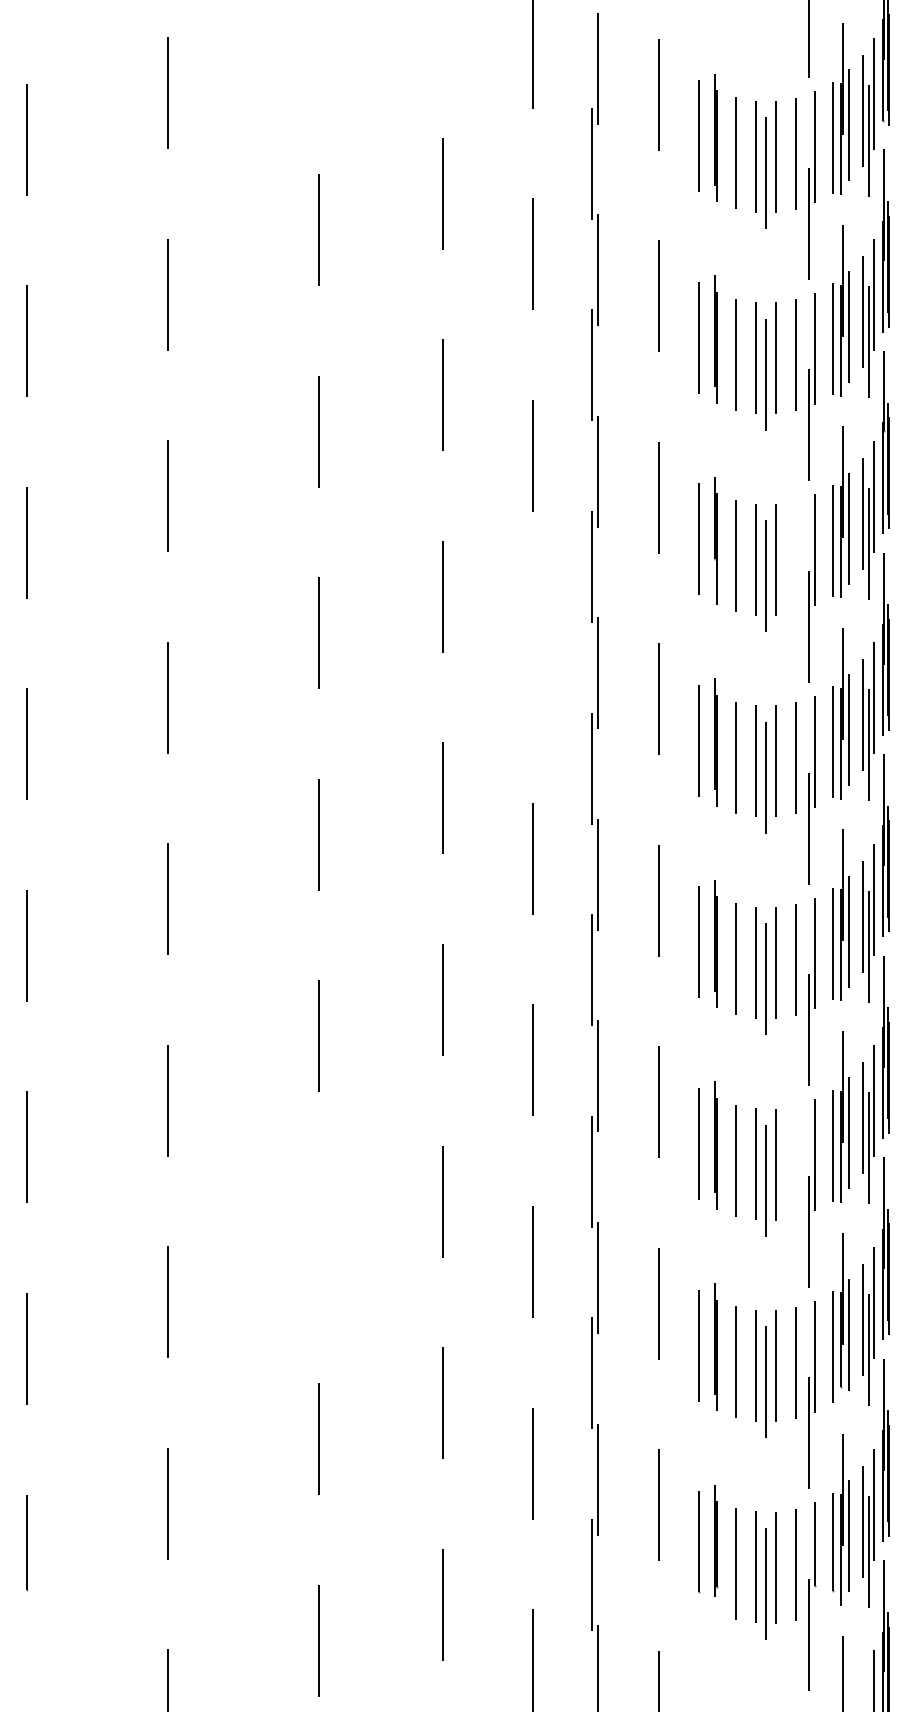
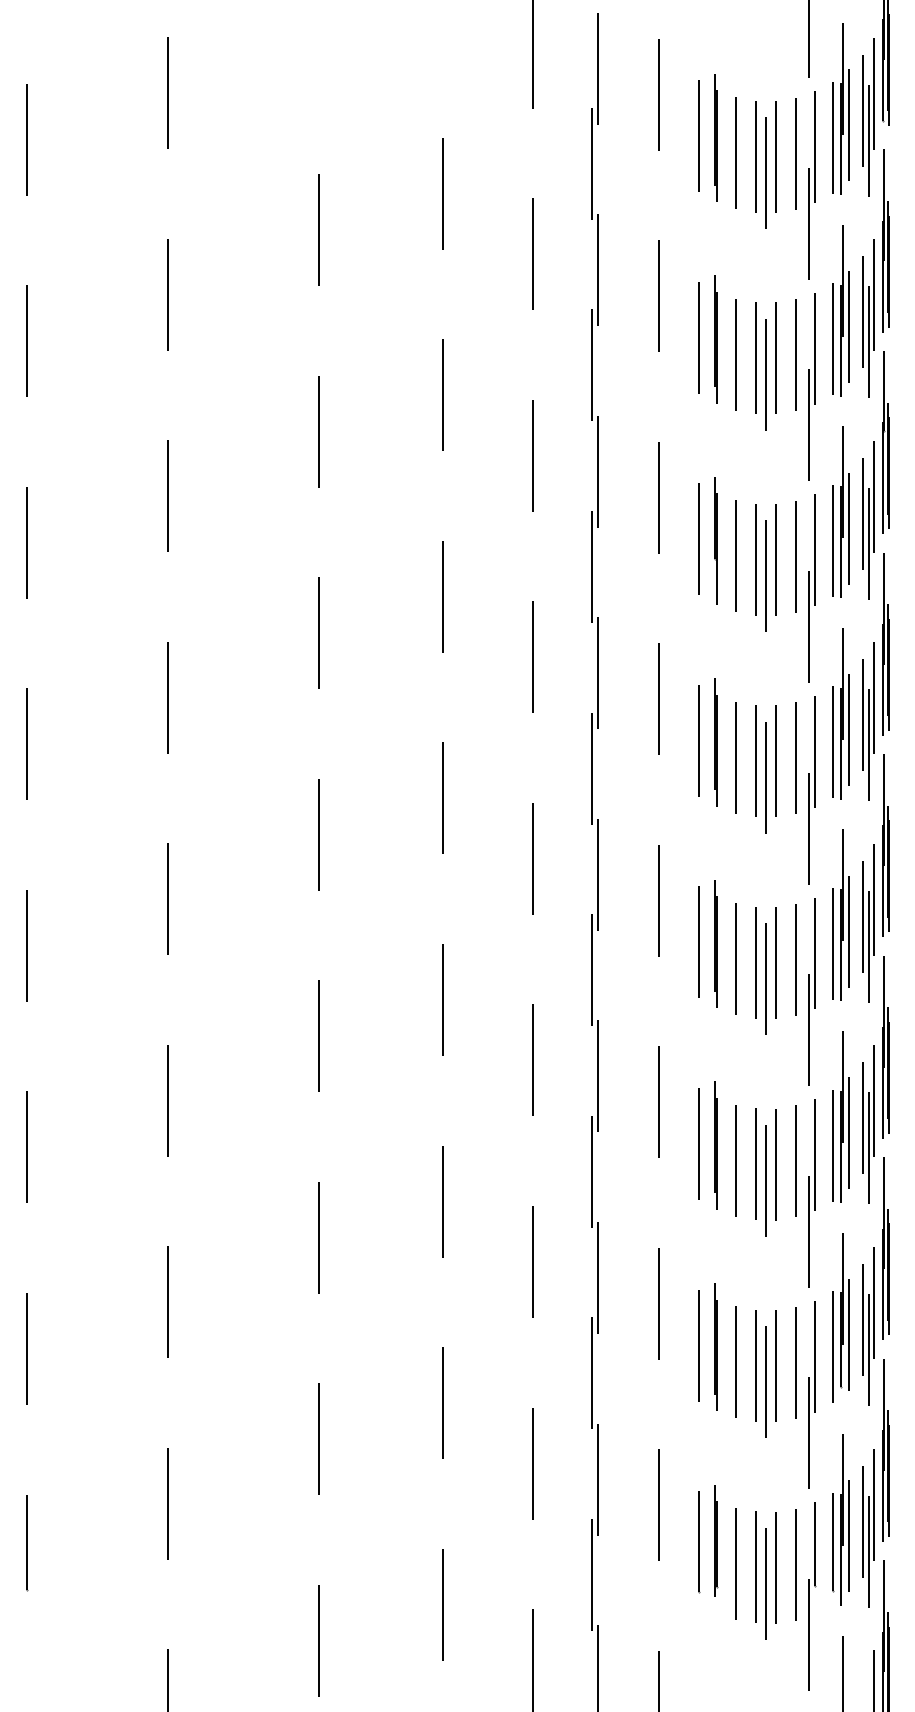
line at (796, 556): none -> present
line at (532, 656): none -> present
line at (796, 1161): none -> present
line at (318, 1237): none -> present
